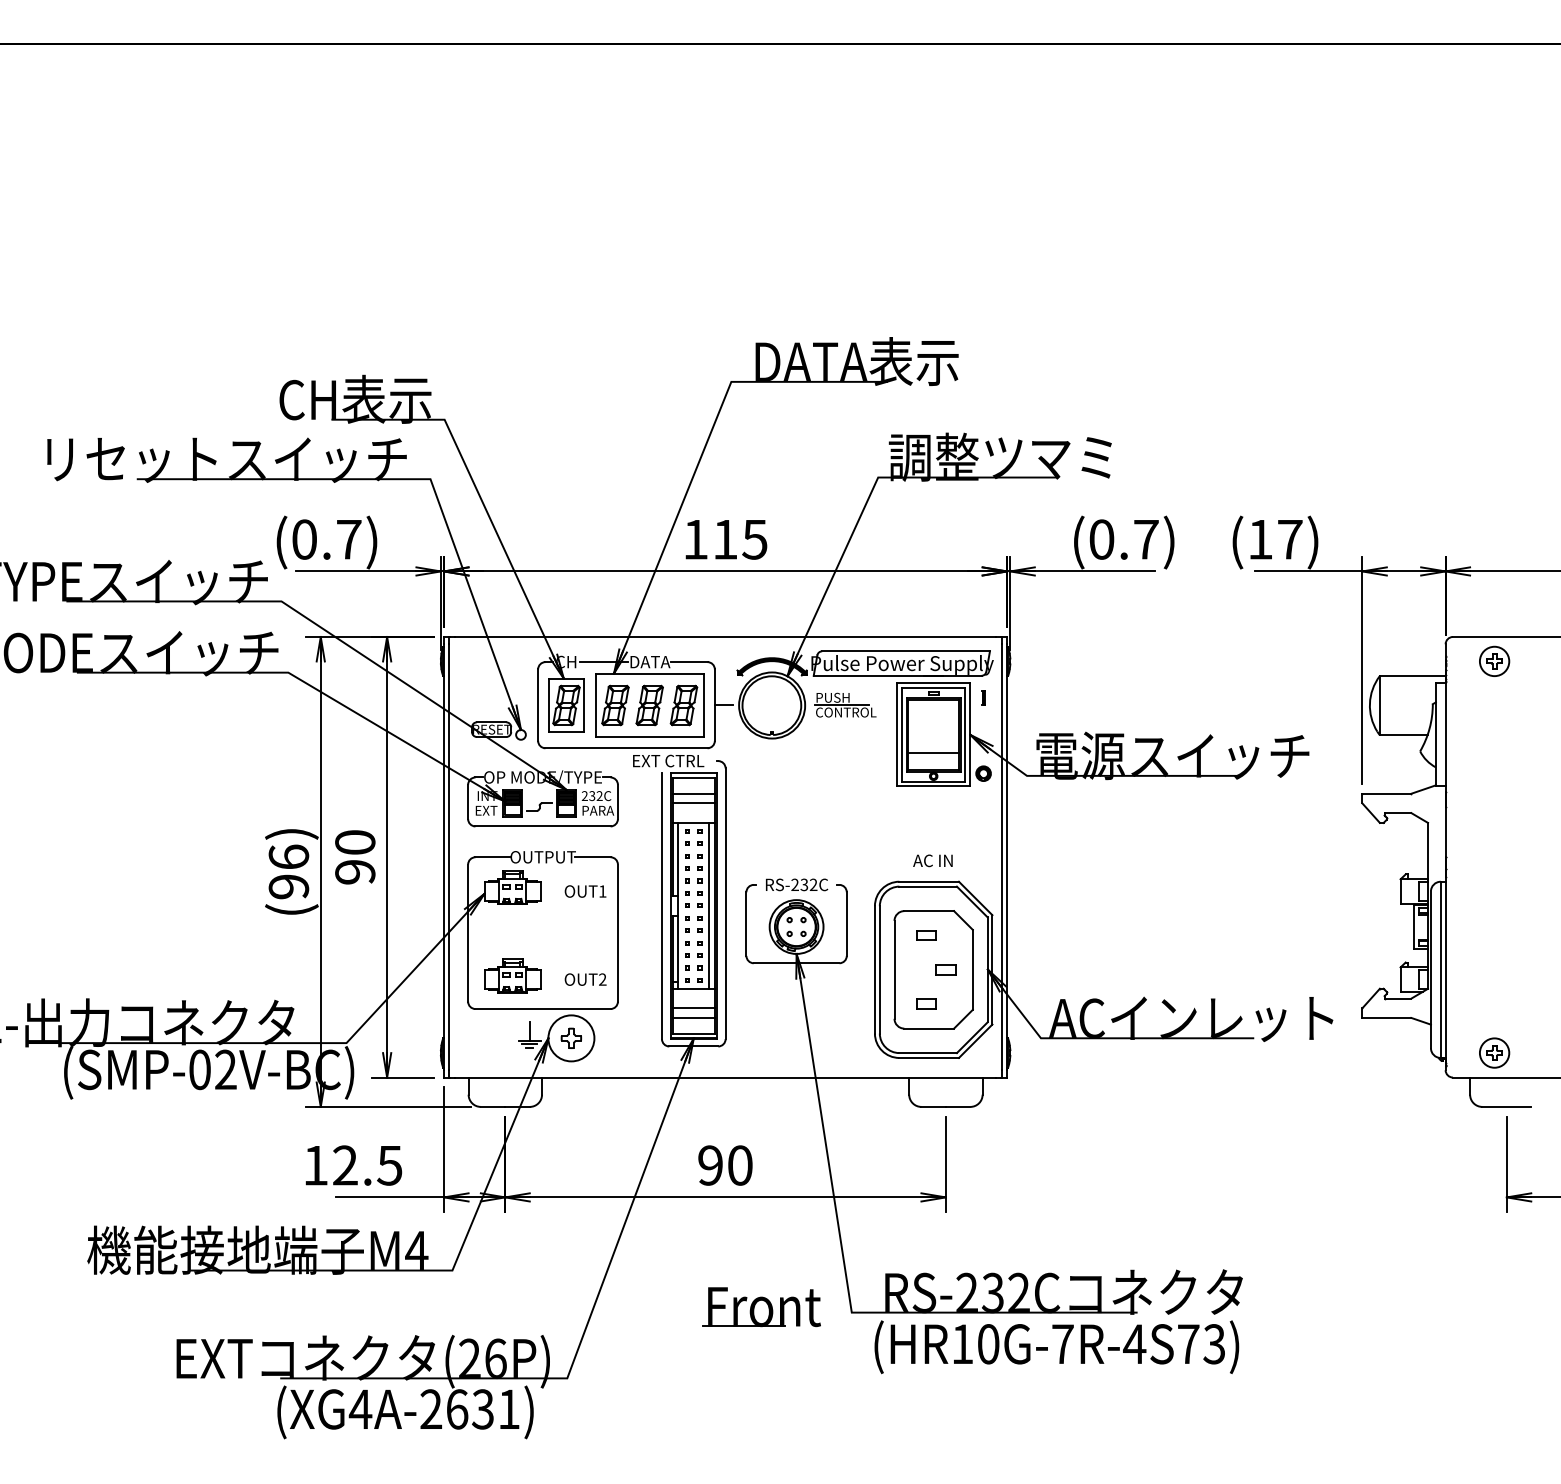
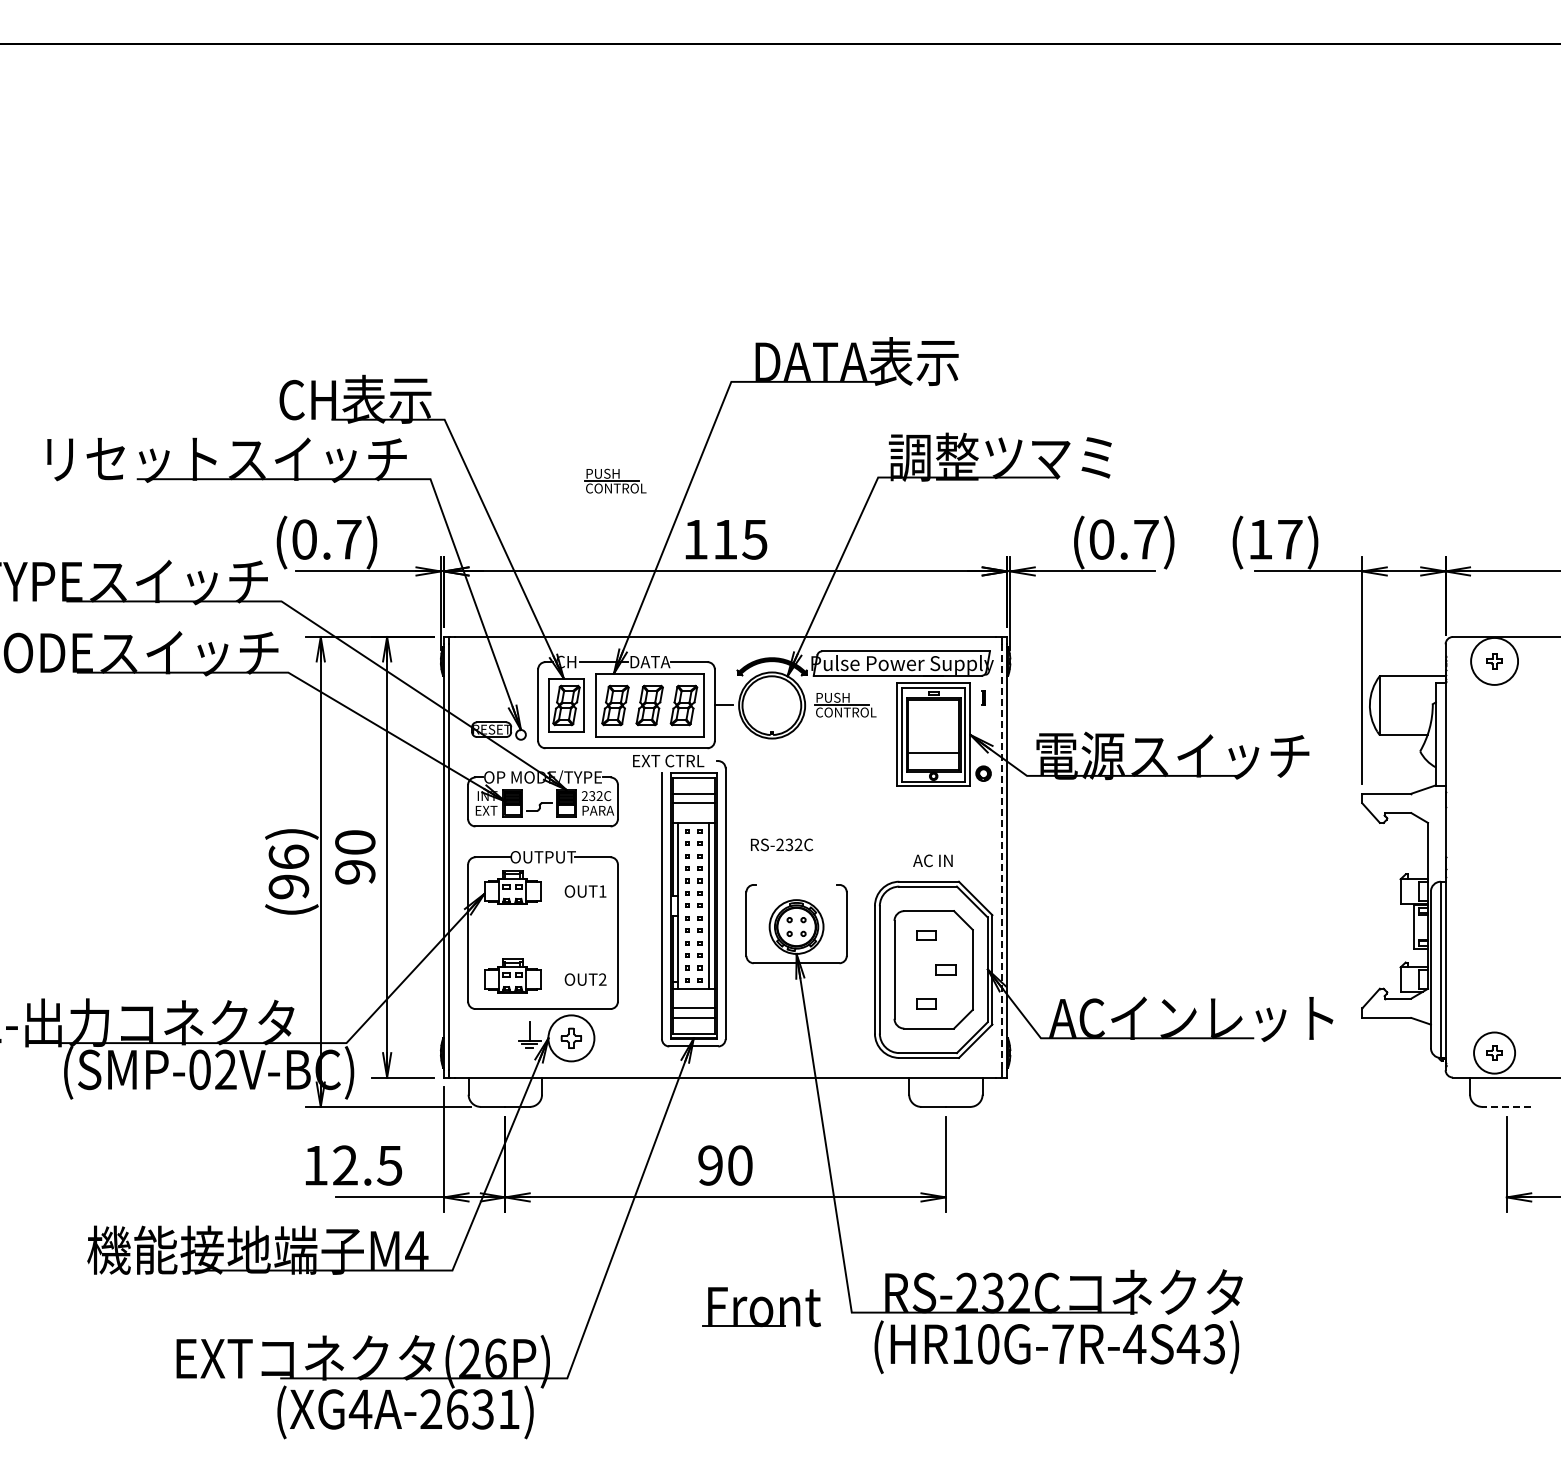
part at (615, 480): none -> present
circle at (1494, 661) diameter: 29 px -> 47 px
line at (1002, 857): solid -> dashed
text at (797, 884) position: (797, 884) -> (782, 844)
circle at (1494, 1052) diameter: 29 px -> 41 px
line at (1506, 1106): solid -> dashed
text at (1188, 1343): (HR10G-7R-4S73) -> (HR10G-7R-4S43)
